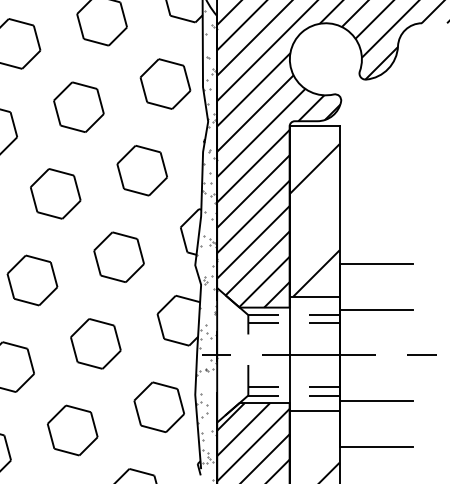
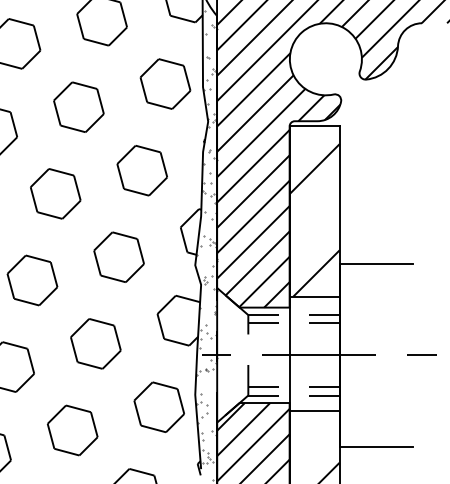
line at (376, 309): present -> none
line at (376, 401): present -> none
